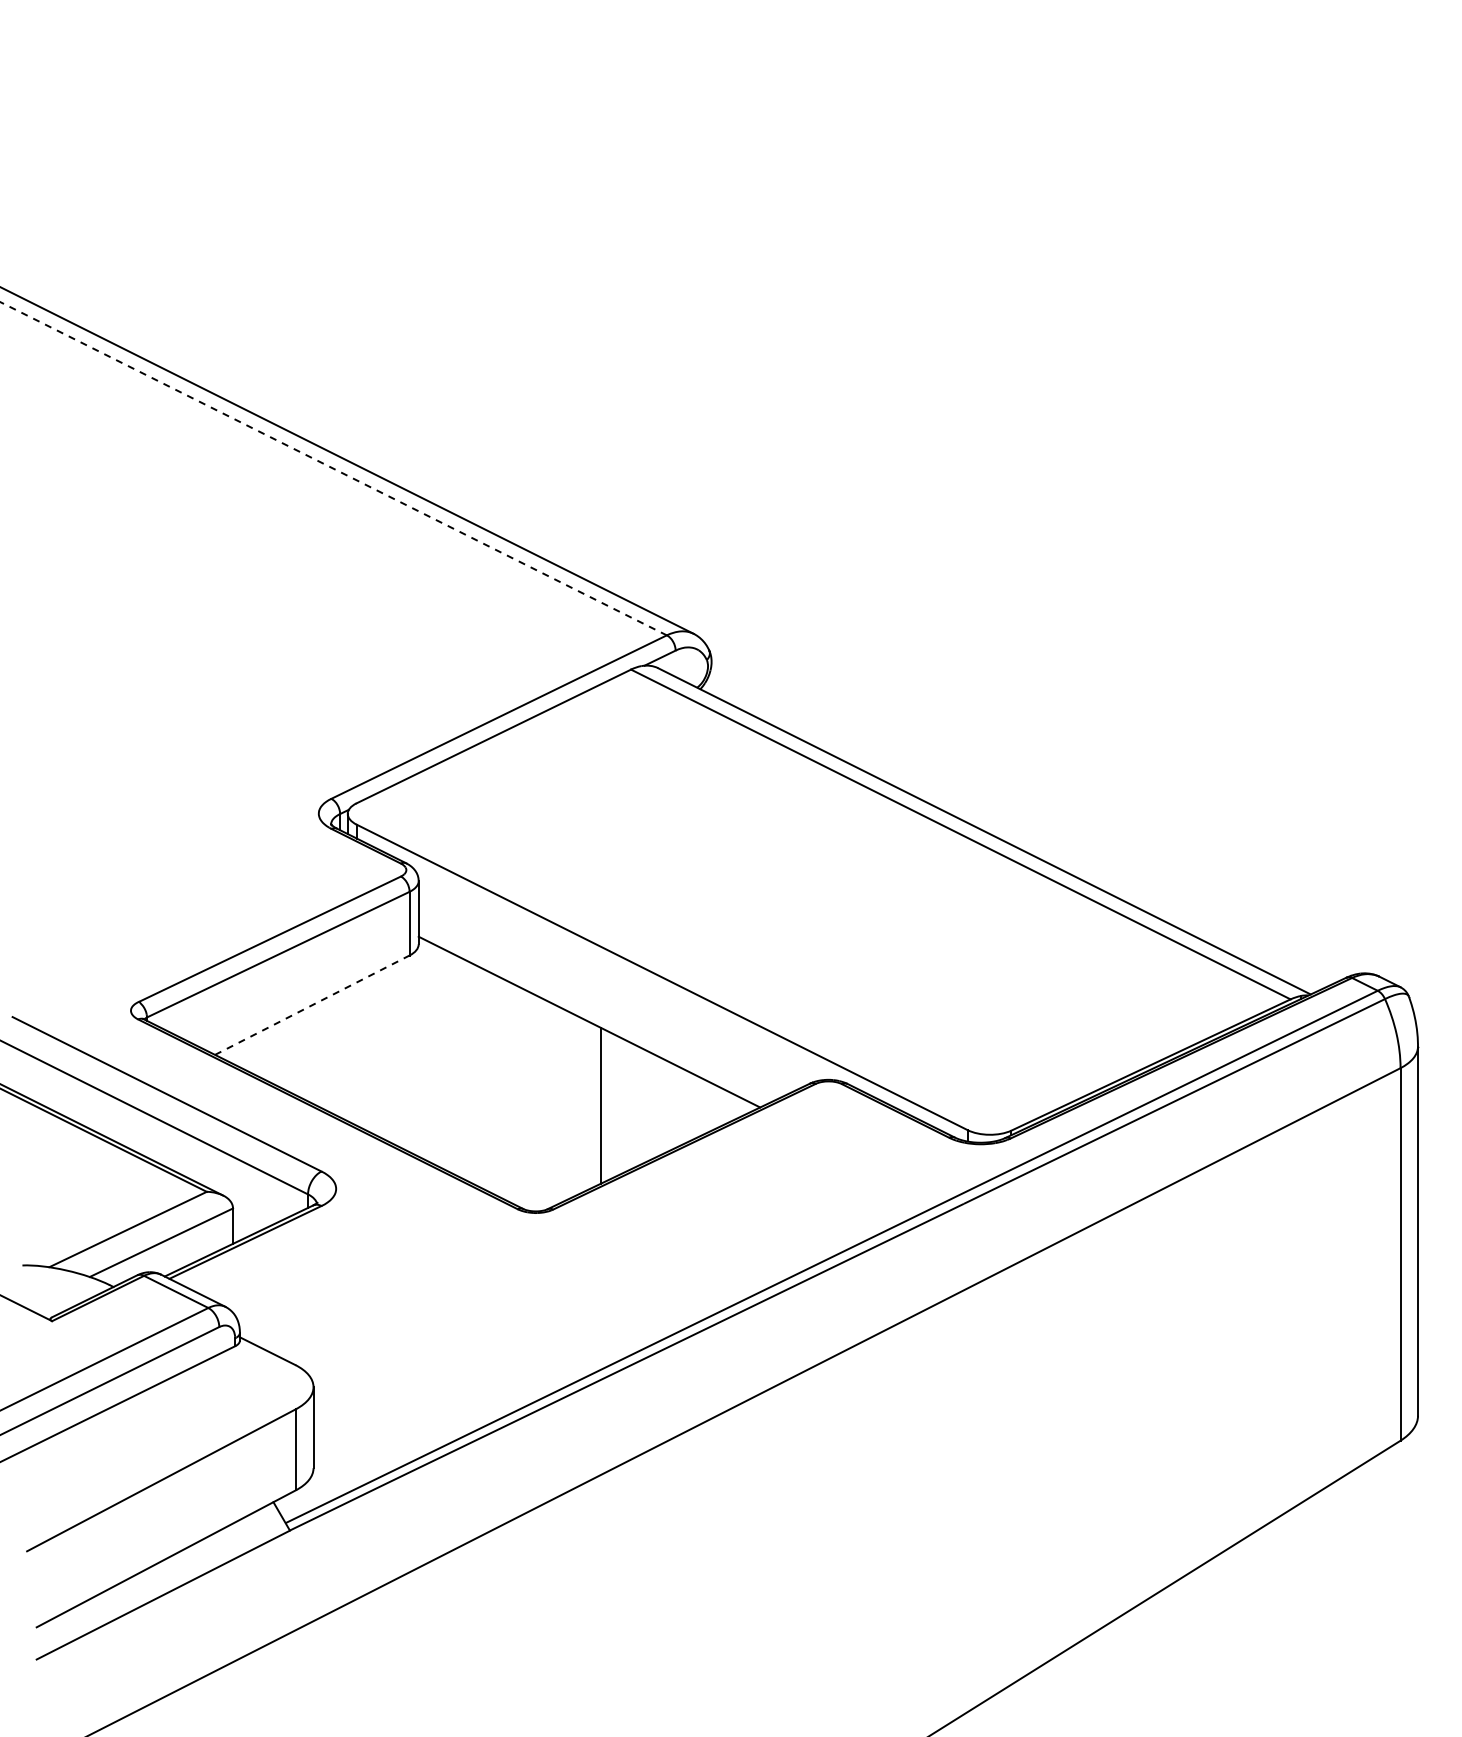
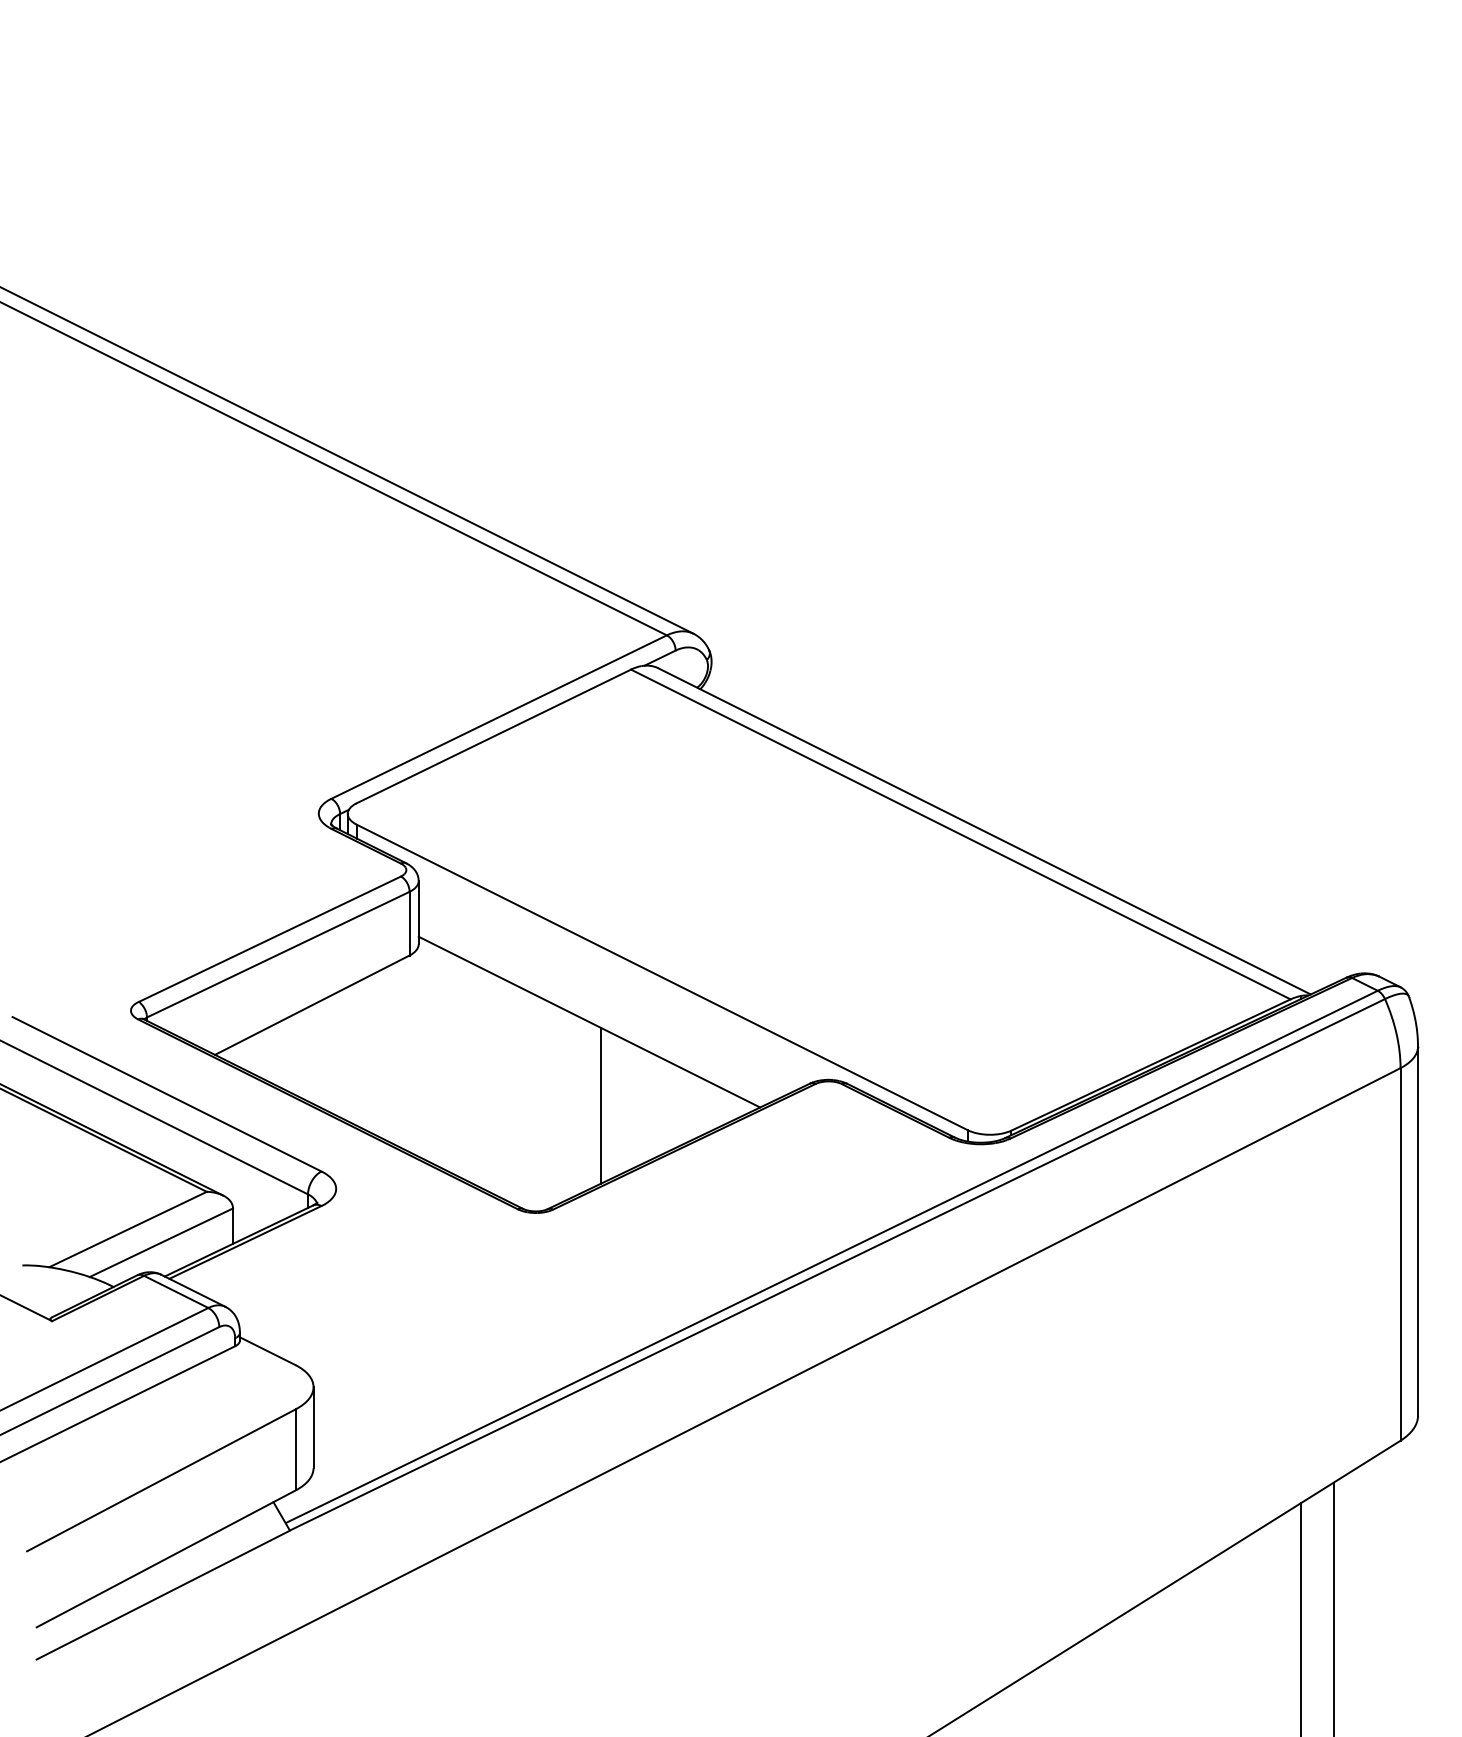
line at (334, 469): dashed -> solid
line at (312, 1004): dashed -> solid
line at (1333, 1607): none -> present
line at (1300, 1618): none -> present
